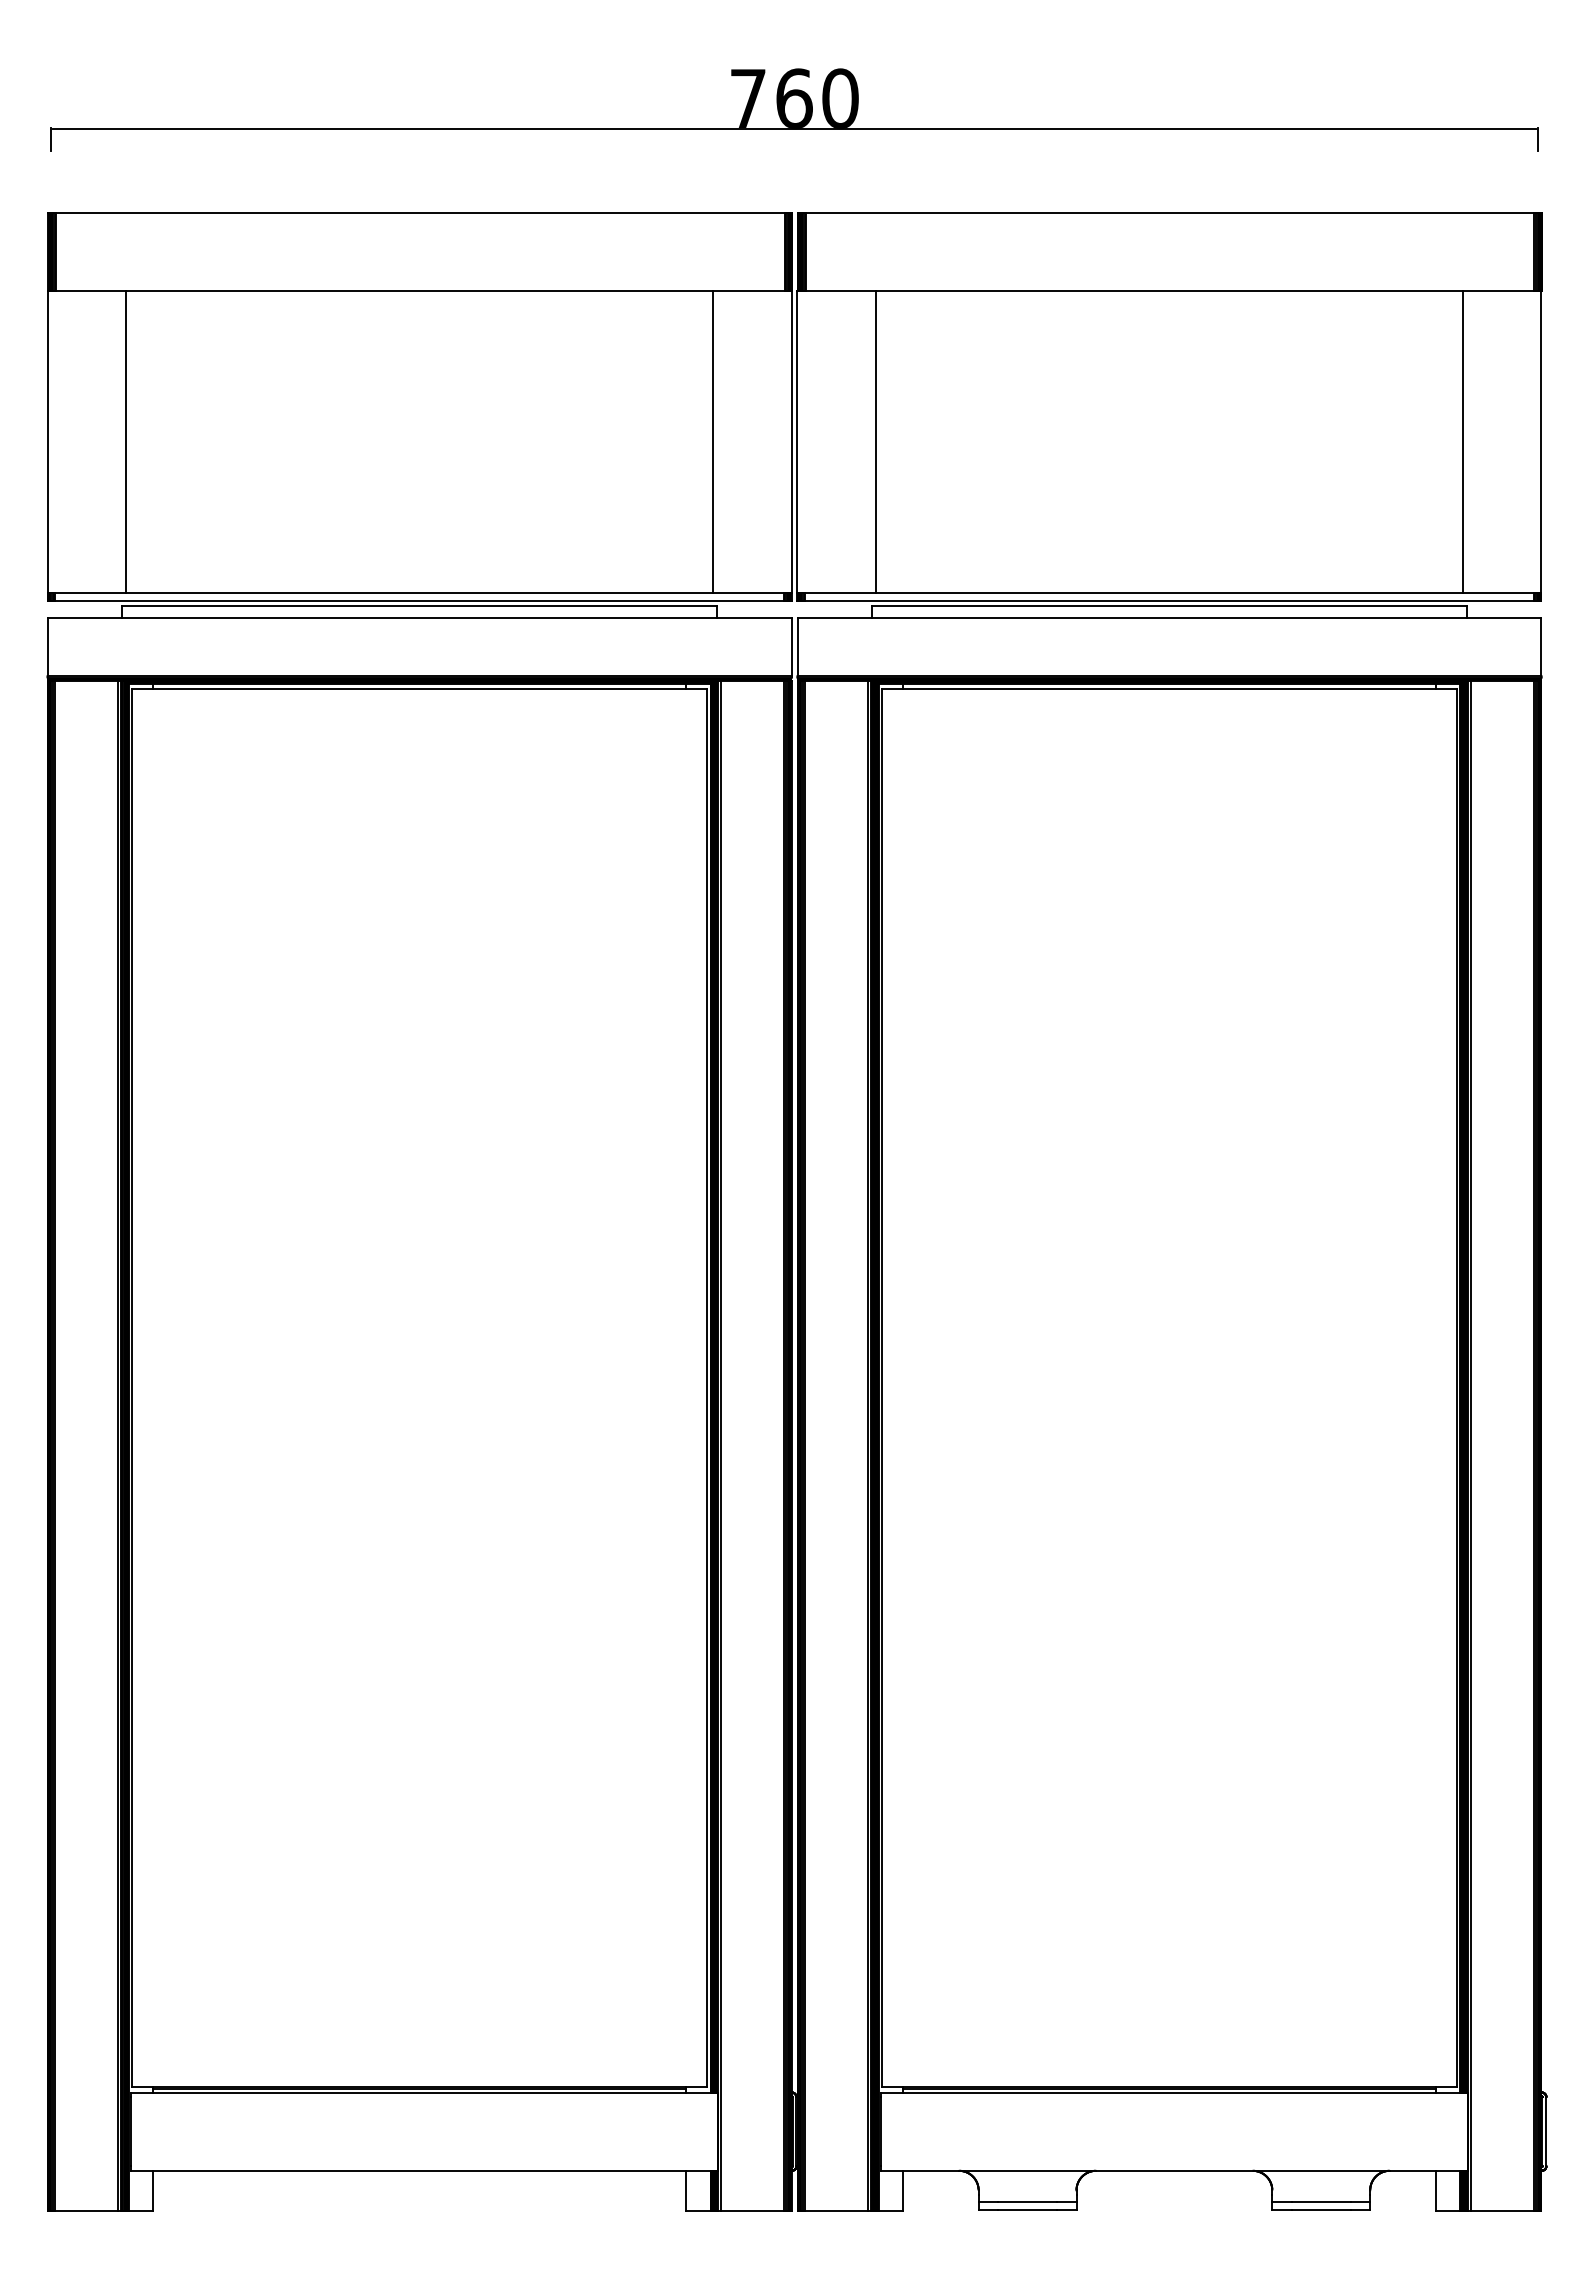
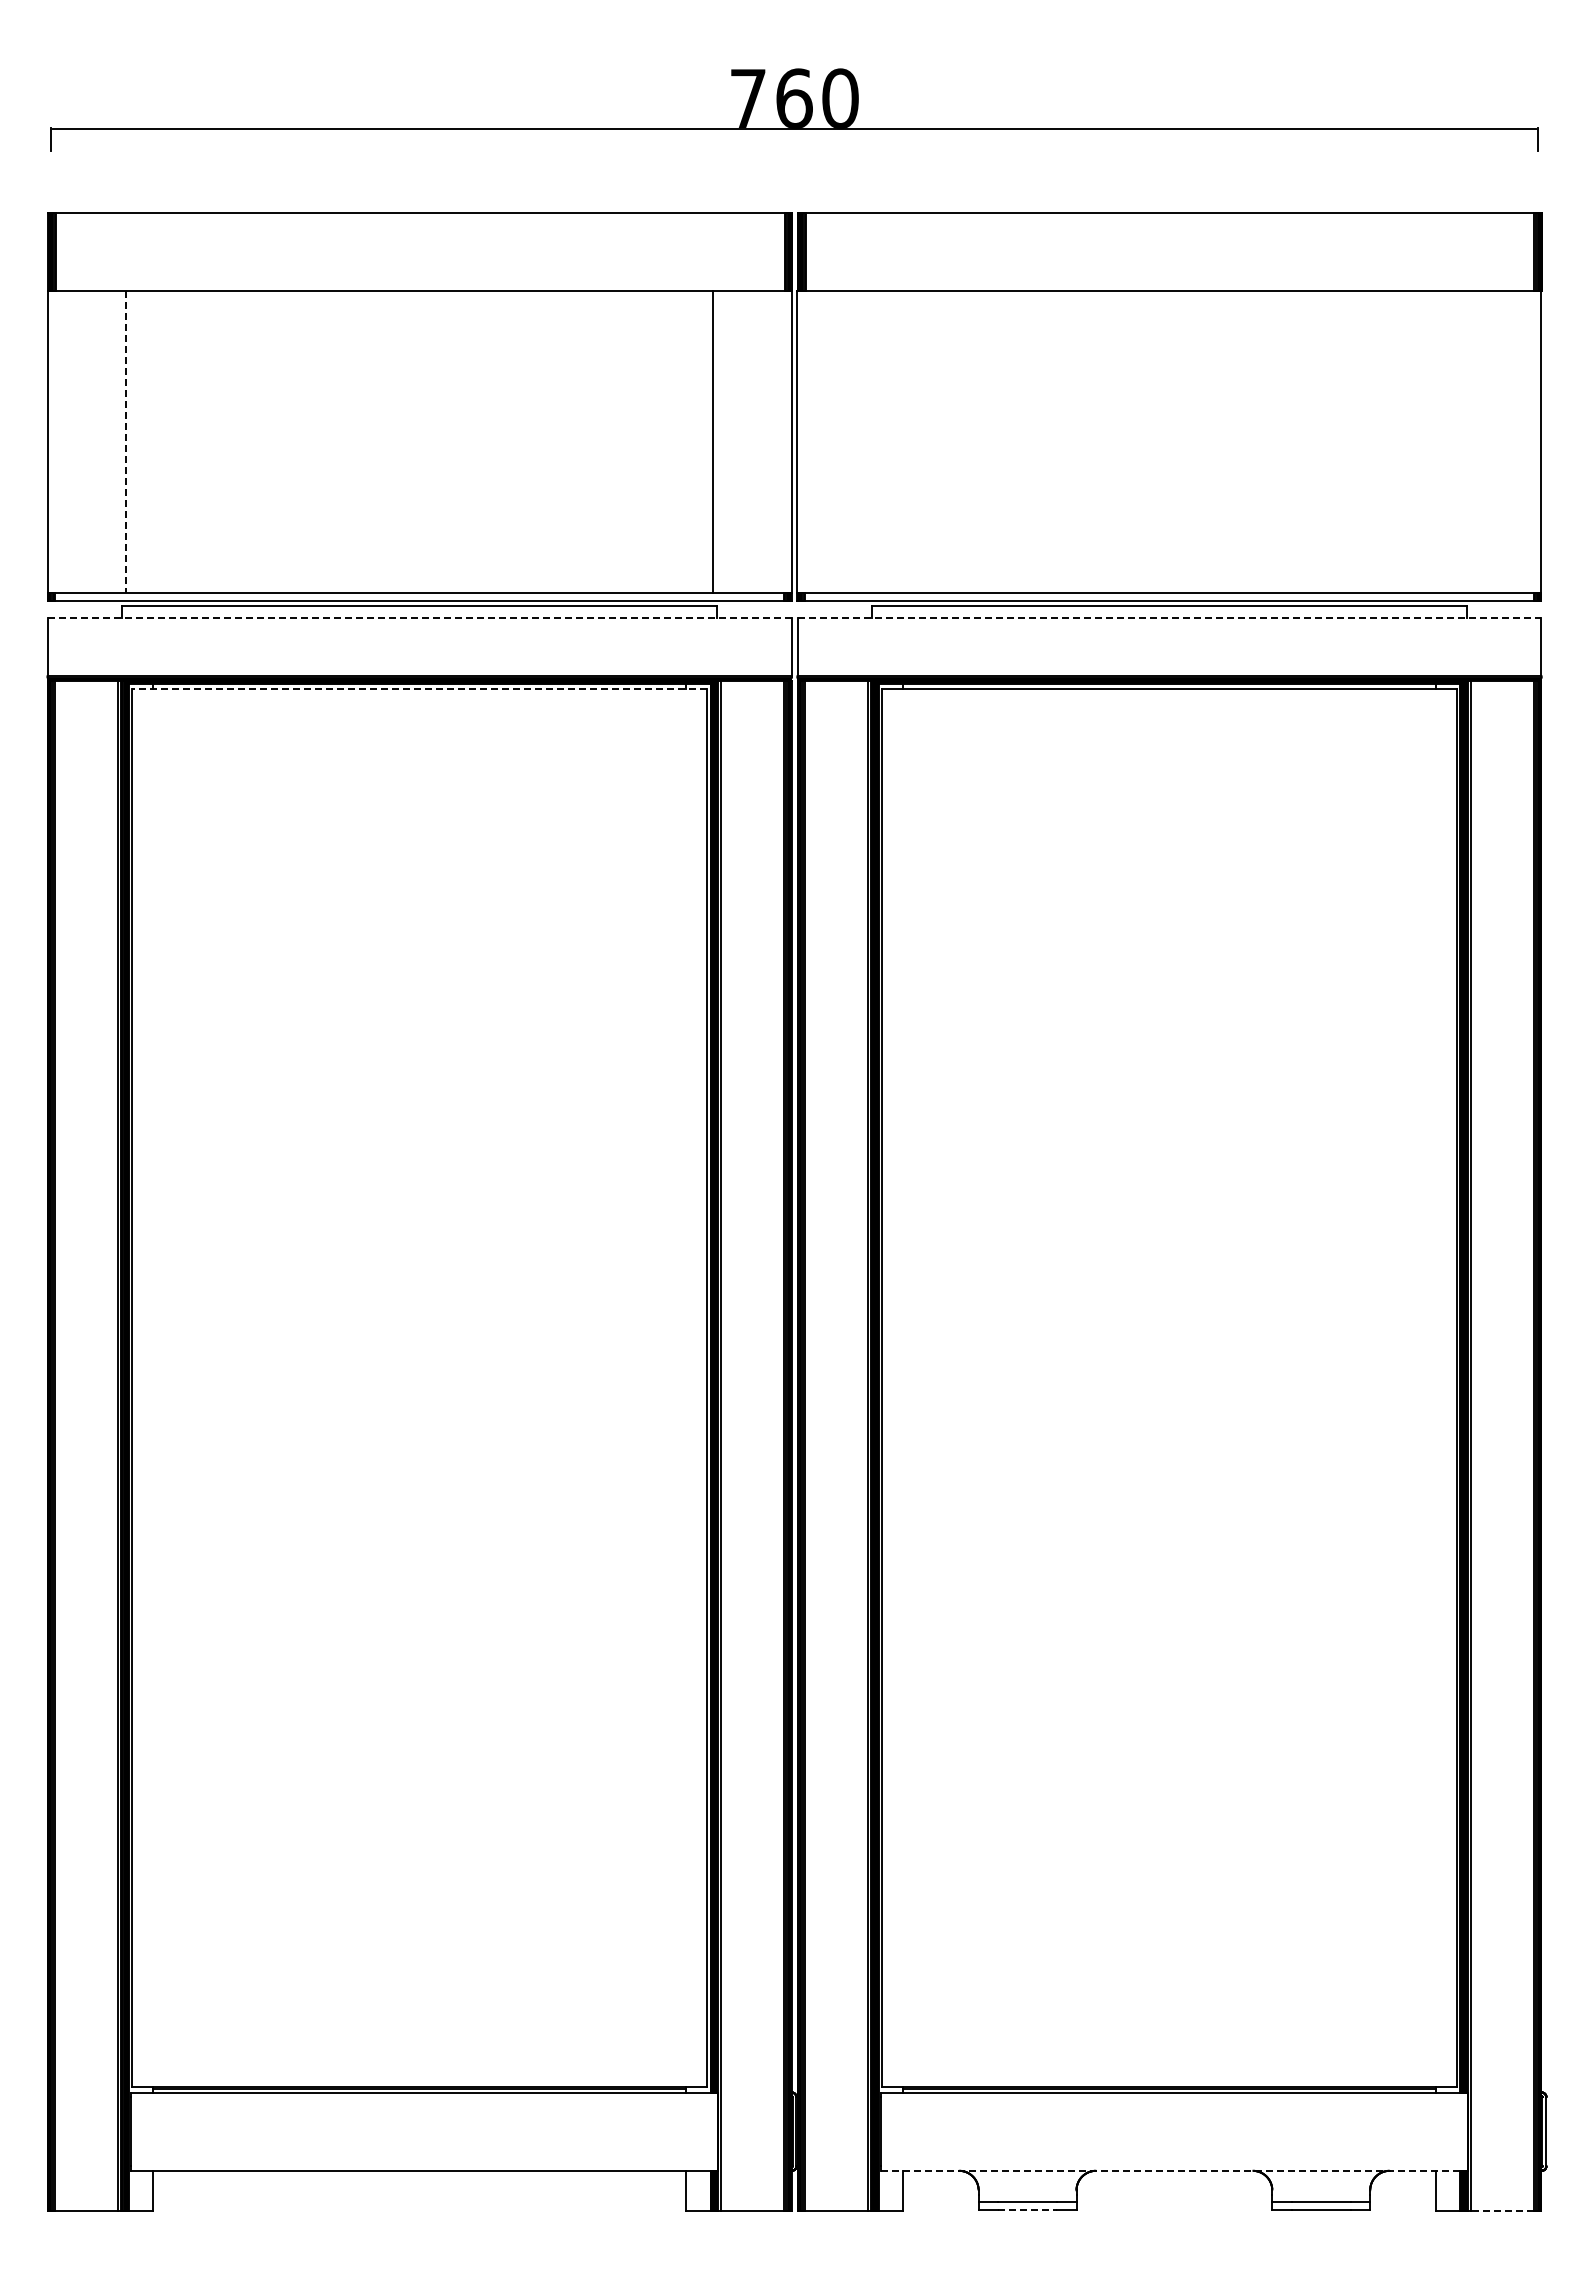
line at (125, 442): solid -> dashed
line at (875, 442): present -> none
line at (1463, 442): present -> none
line at (419, 617): solid -> dashed
line at (1169, 617): solid -> dashed
line at (419, 689): solid -> dashed
line at (1173, 2170): solid -> dashed
line at (1028, 2209): solid -> dashed
line at (1502, 2210): solid -> dashed
